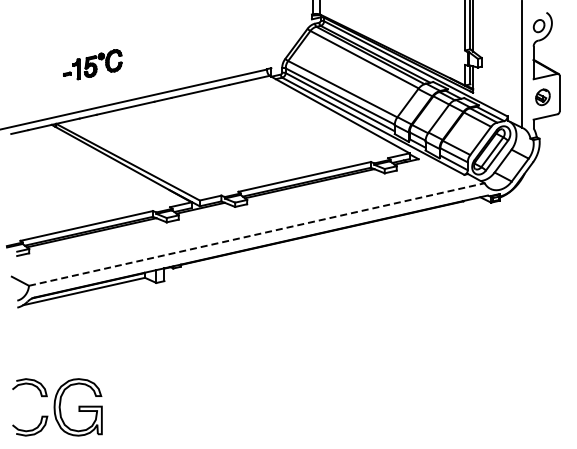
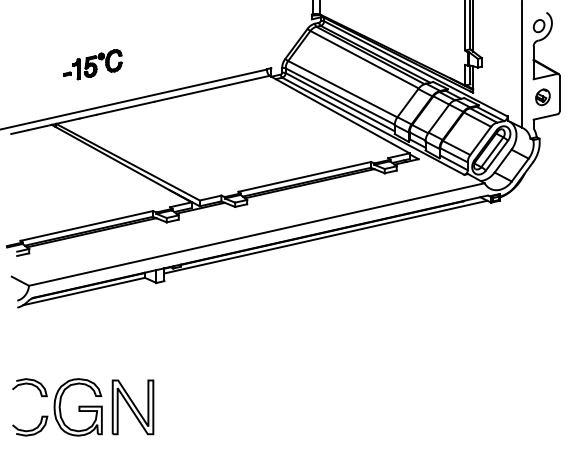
line at (256, 234): dashed -> solid
line at (325, 236): none -> present
part at (132, 407): none -> present
